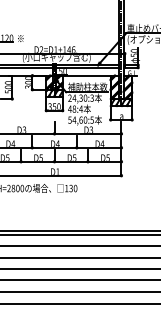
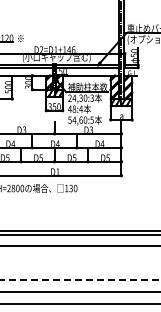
line at (79, 257): present -> none
line at (79, 268): present -> none
line at (81, 280): solid -> dashed
